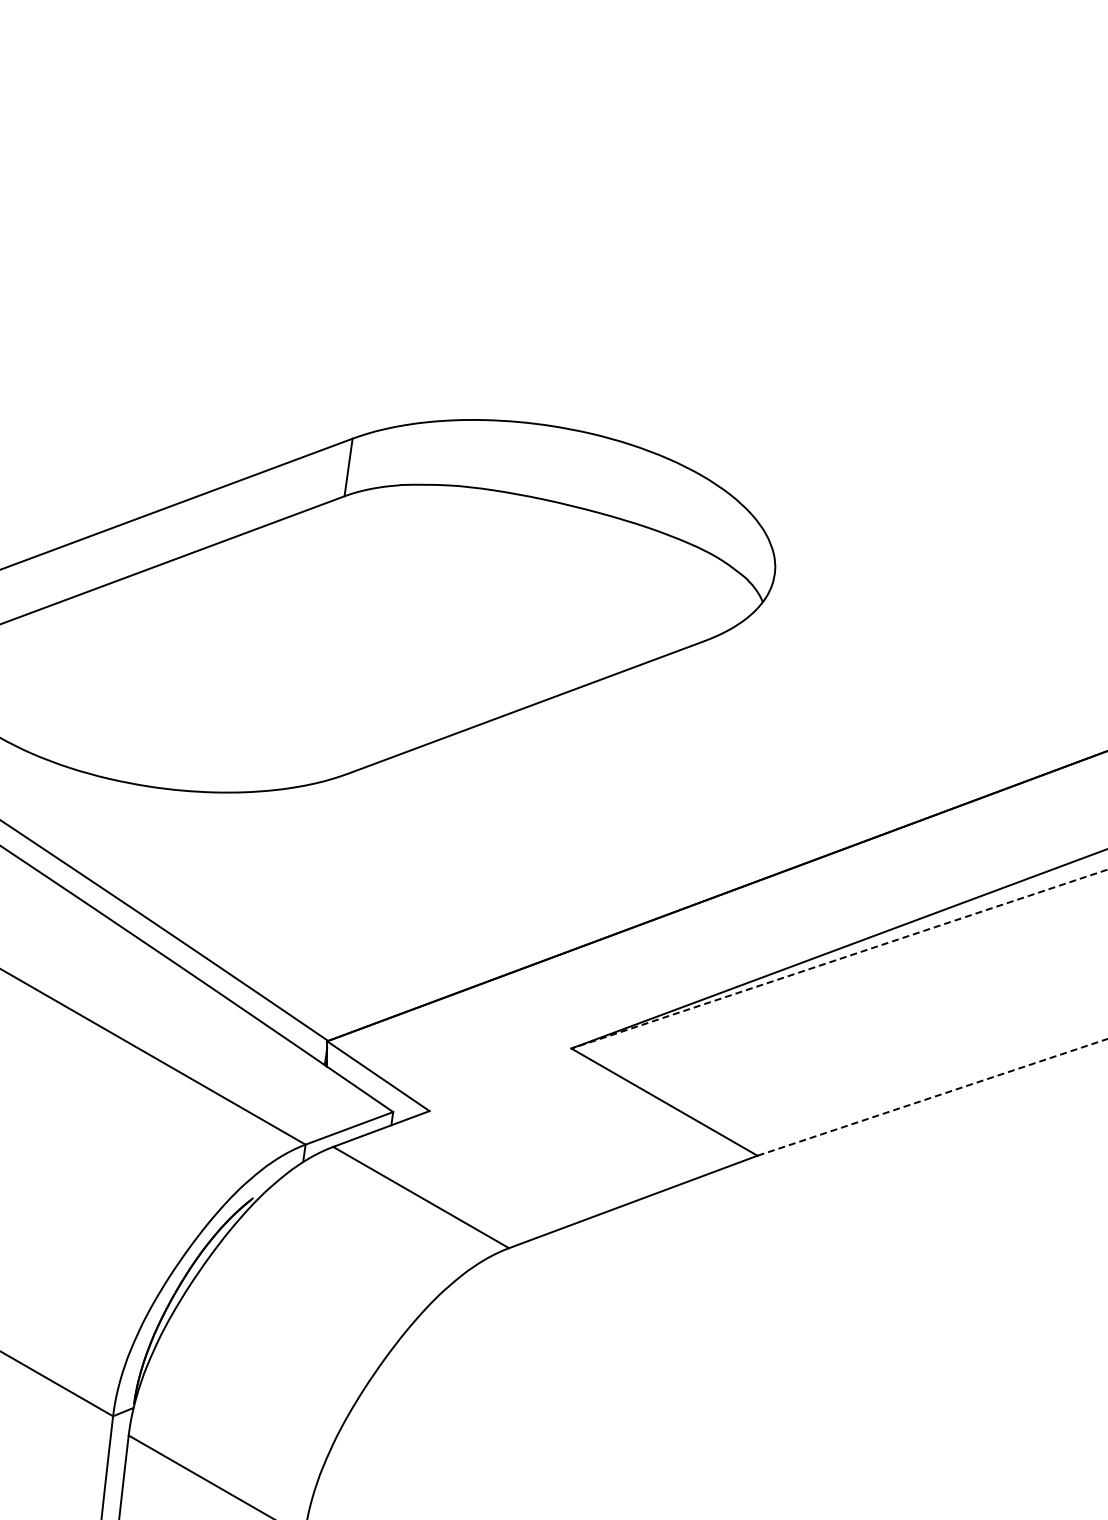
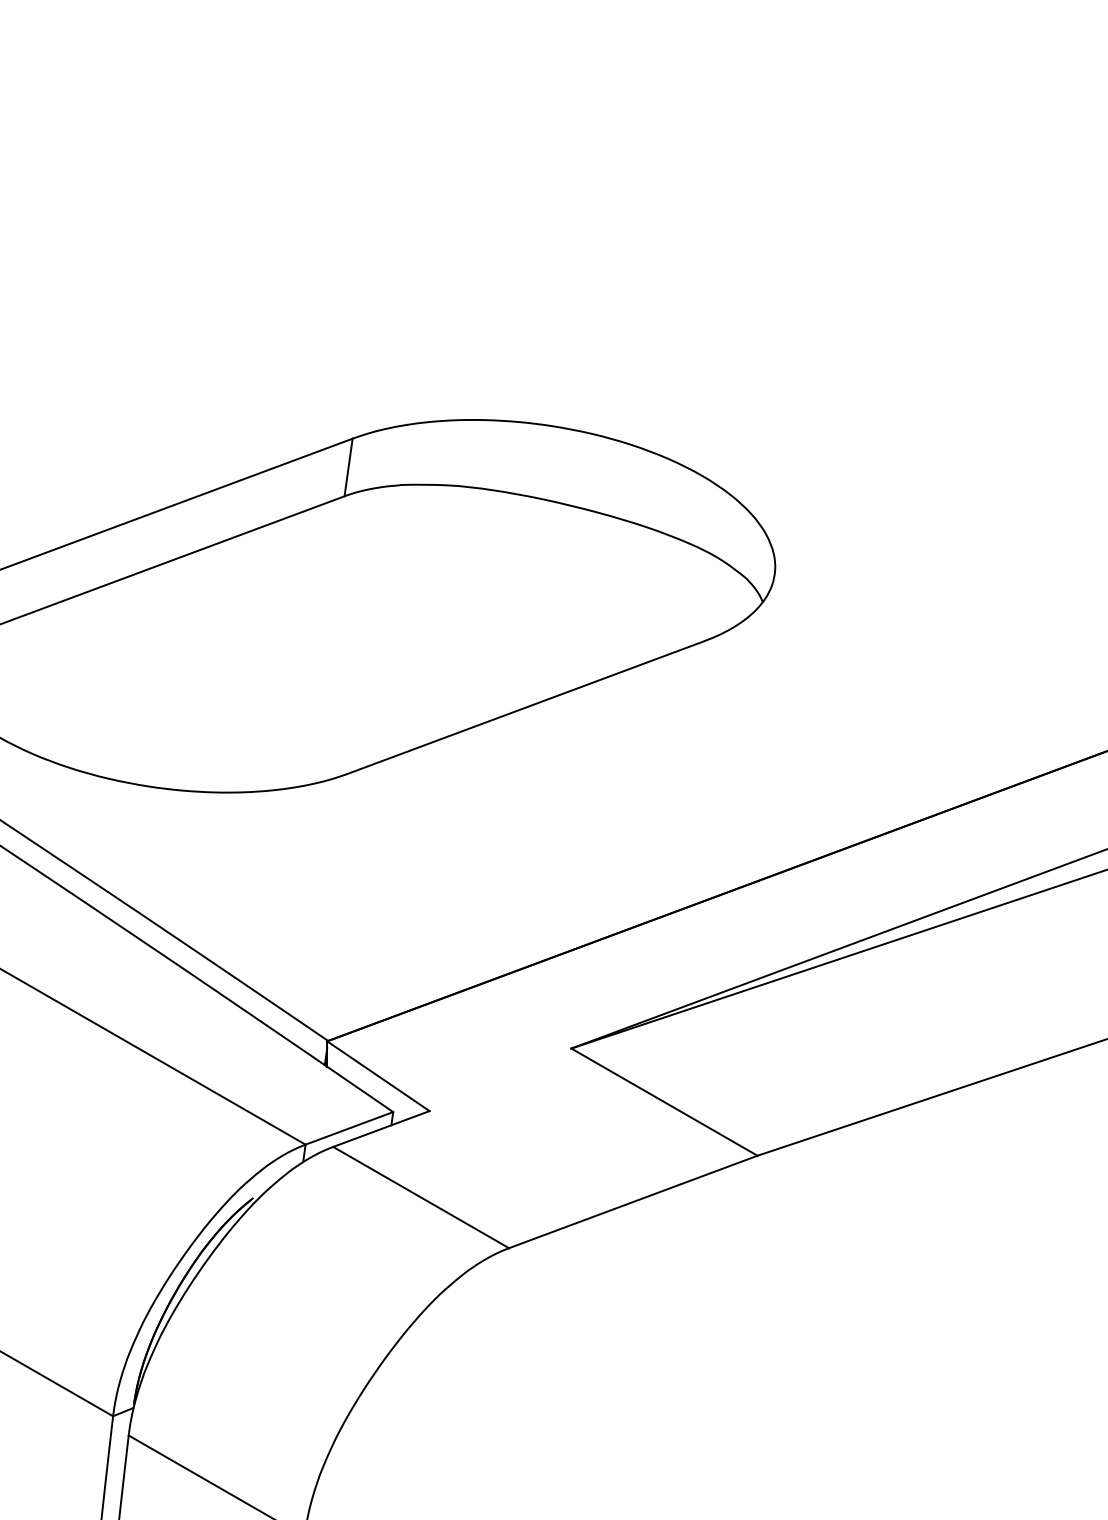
line at (838, 959): dashed -> solid
line at (932, 1097): dashed -> solid
